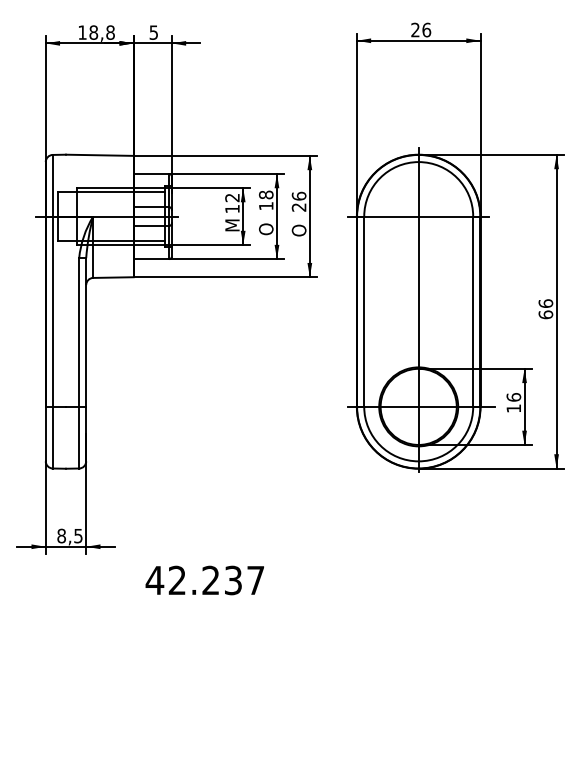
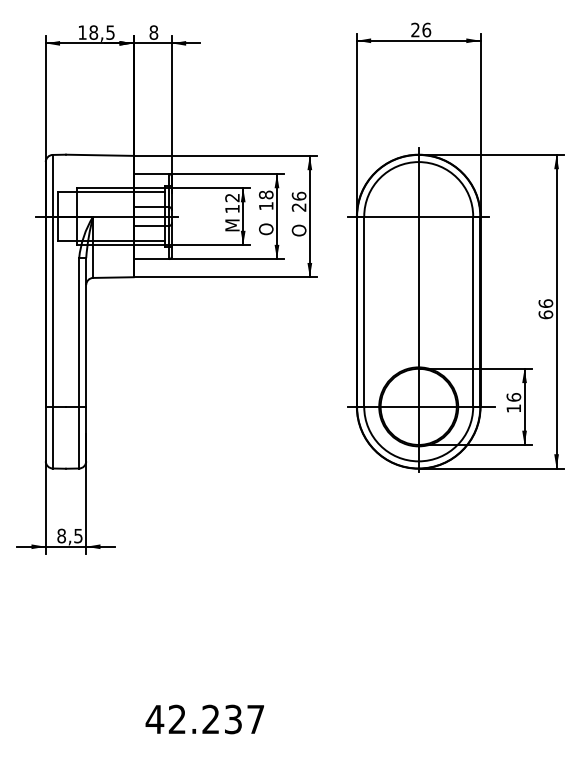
text at (110, 32): 18,8 -> 18,5
text at (153, 32): 5 -> 8
text at (204, 580) position: (204, 580) -> (204, 719)
